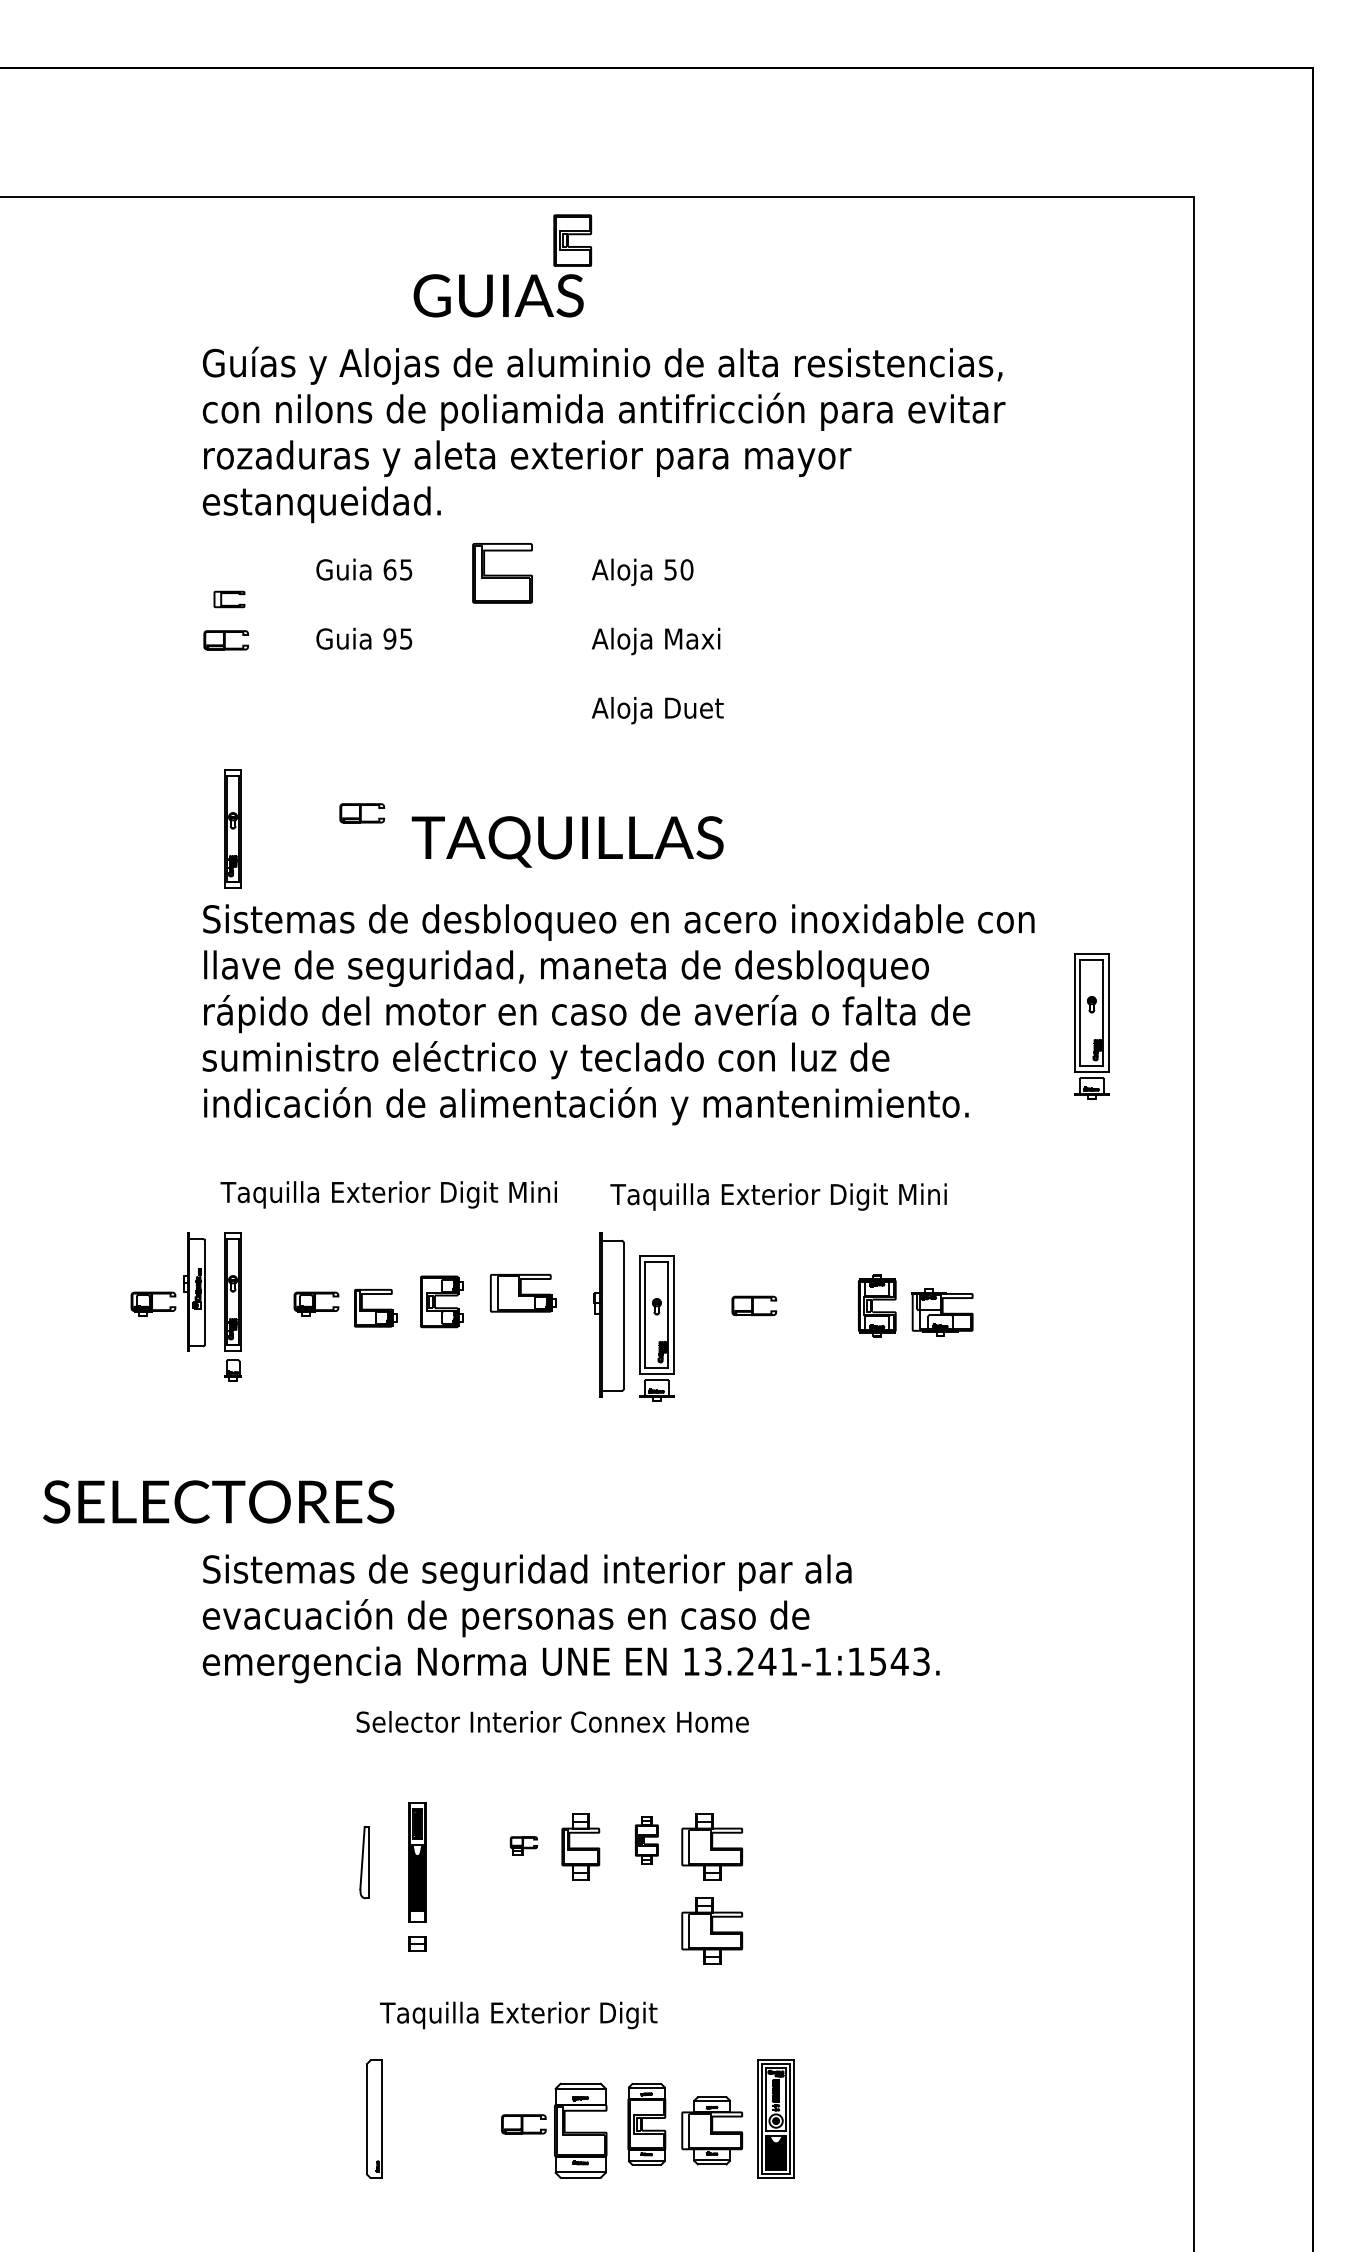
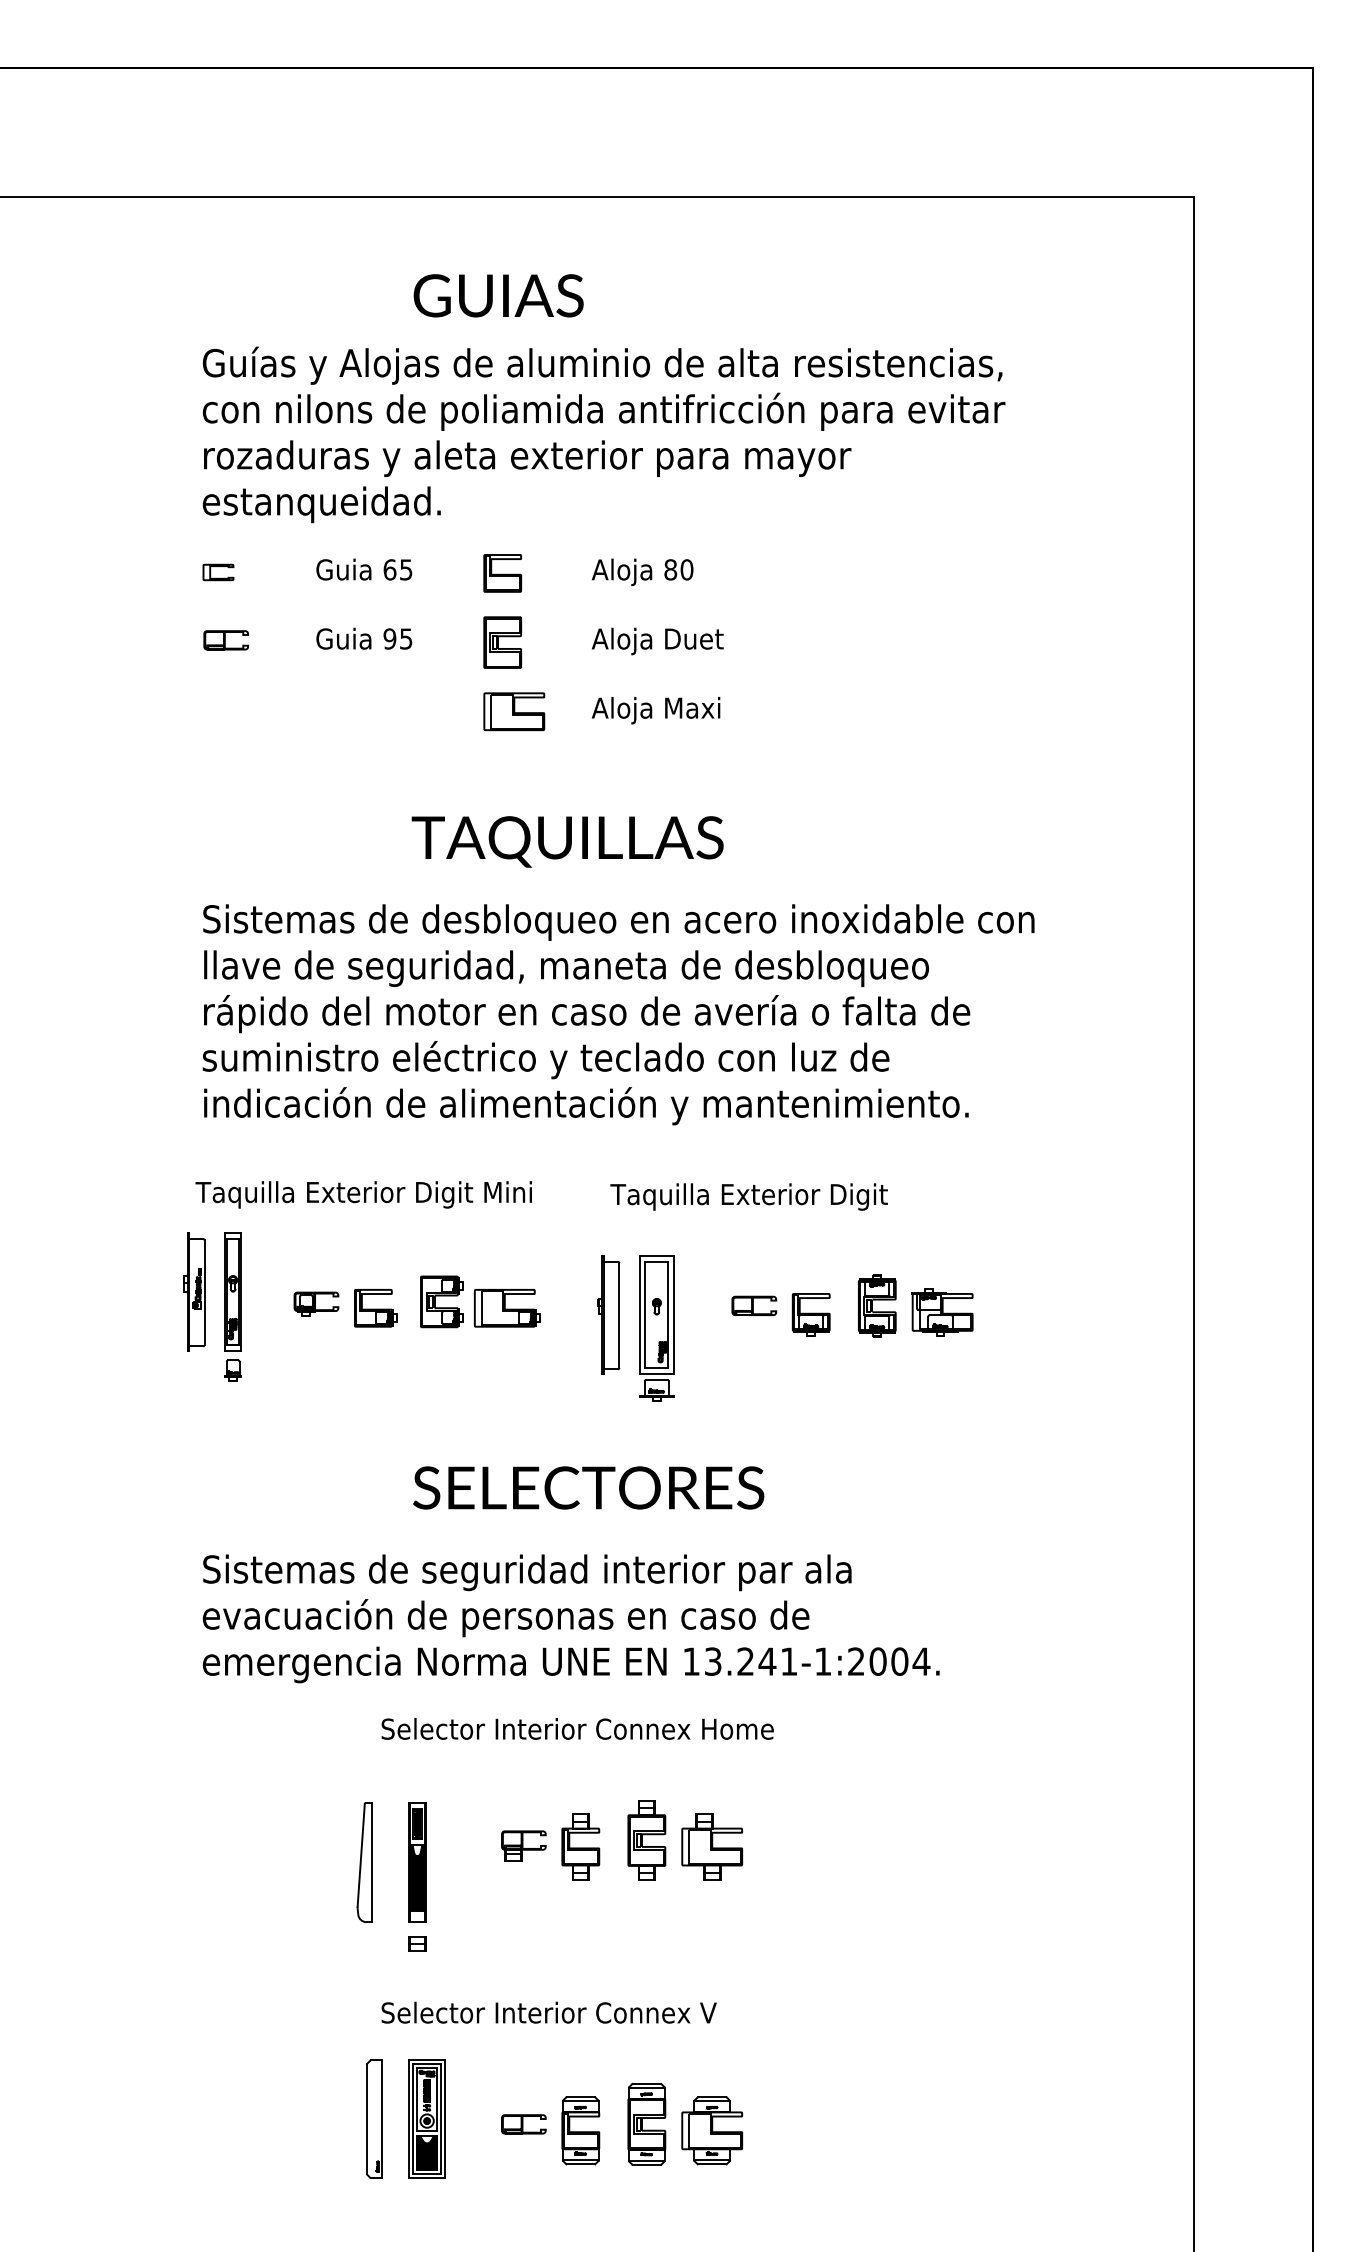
part at (572, 240) position: (572, 240) -> (502, 642)
text at (670, 569): 50 -> 80
part at (502, 573) size: 61x61 px -> 40x39 px
part at (229, 599) position: (229, 599) -> (218, 572)
text at (695, 638): Aloja Maxi -> Aloja Duet
text at (695, 707): Aloja Duet -> Aloja Maxi
part at (514, 711): none -> present
part at (361, 813): present -> none
part at (232, 828): present -> none
part at (1091, 1026): present -> none
text at (922, 1193): Taquilla Exterior Digit Mini -> Taquilla Exterior Digit
text at (388, 1194) position: (388, 1194) -> (363, 1194)
part at (523, 1293) position: (523, 1293) -> (507, 1308)
part at (153, 1303): present -> none
part at (608, 1314) size: 32x166 px -> 24x120 px
part at (810, 1314): none -> present
text at (218, 1501) position: (218, 1501) -> (588, 1487)
text at (889, 1661): 13.241-1:1543. -> 13.241-1:2004.
text at (552, 1721) position: (552, 1721) -> (577, 1728)
part at (646, 1840) size: 24x49 px -> 40x81 px
part at (523, 1845) size: 29x20 px -> 46x32 px
part at (364, 1862) size: 11x74 px -> 17x121 px
part at (712, 1930): present -> none
text at (547, 2015): Taquilla Exterior Digit -> Selector Interior Connex V
part at (775, 2118) position: (775, 2118) -> (426, 2118)
part at (580, 2130) size: 54x97 px -> 40x70 px
